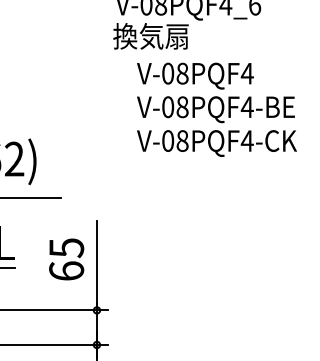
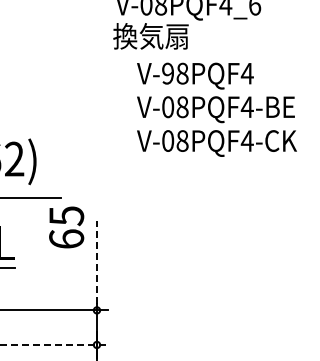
text at (168, 73): V-08PQF4 -> V-98PQF4
text at (66, 259) position: (66, 259) -> (66, 227)
line at (96, 262): solid -> dashed
line at (54, 344): solid -> dashed
